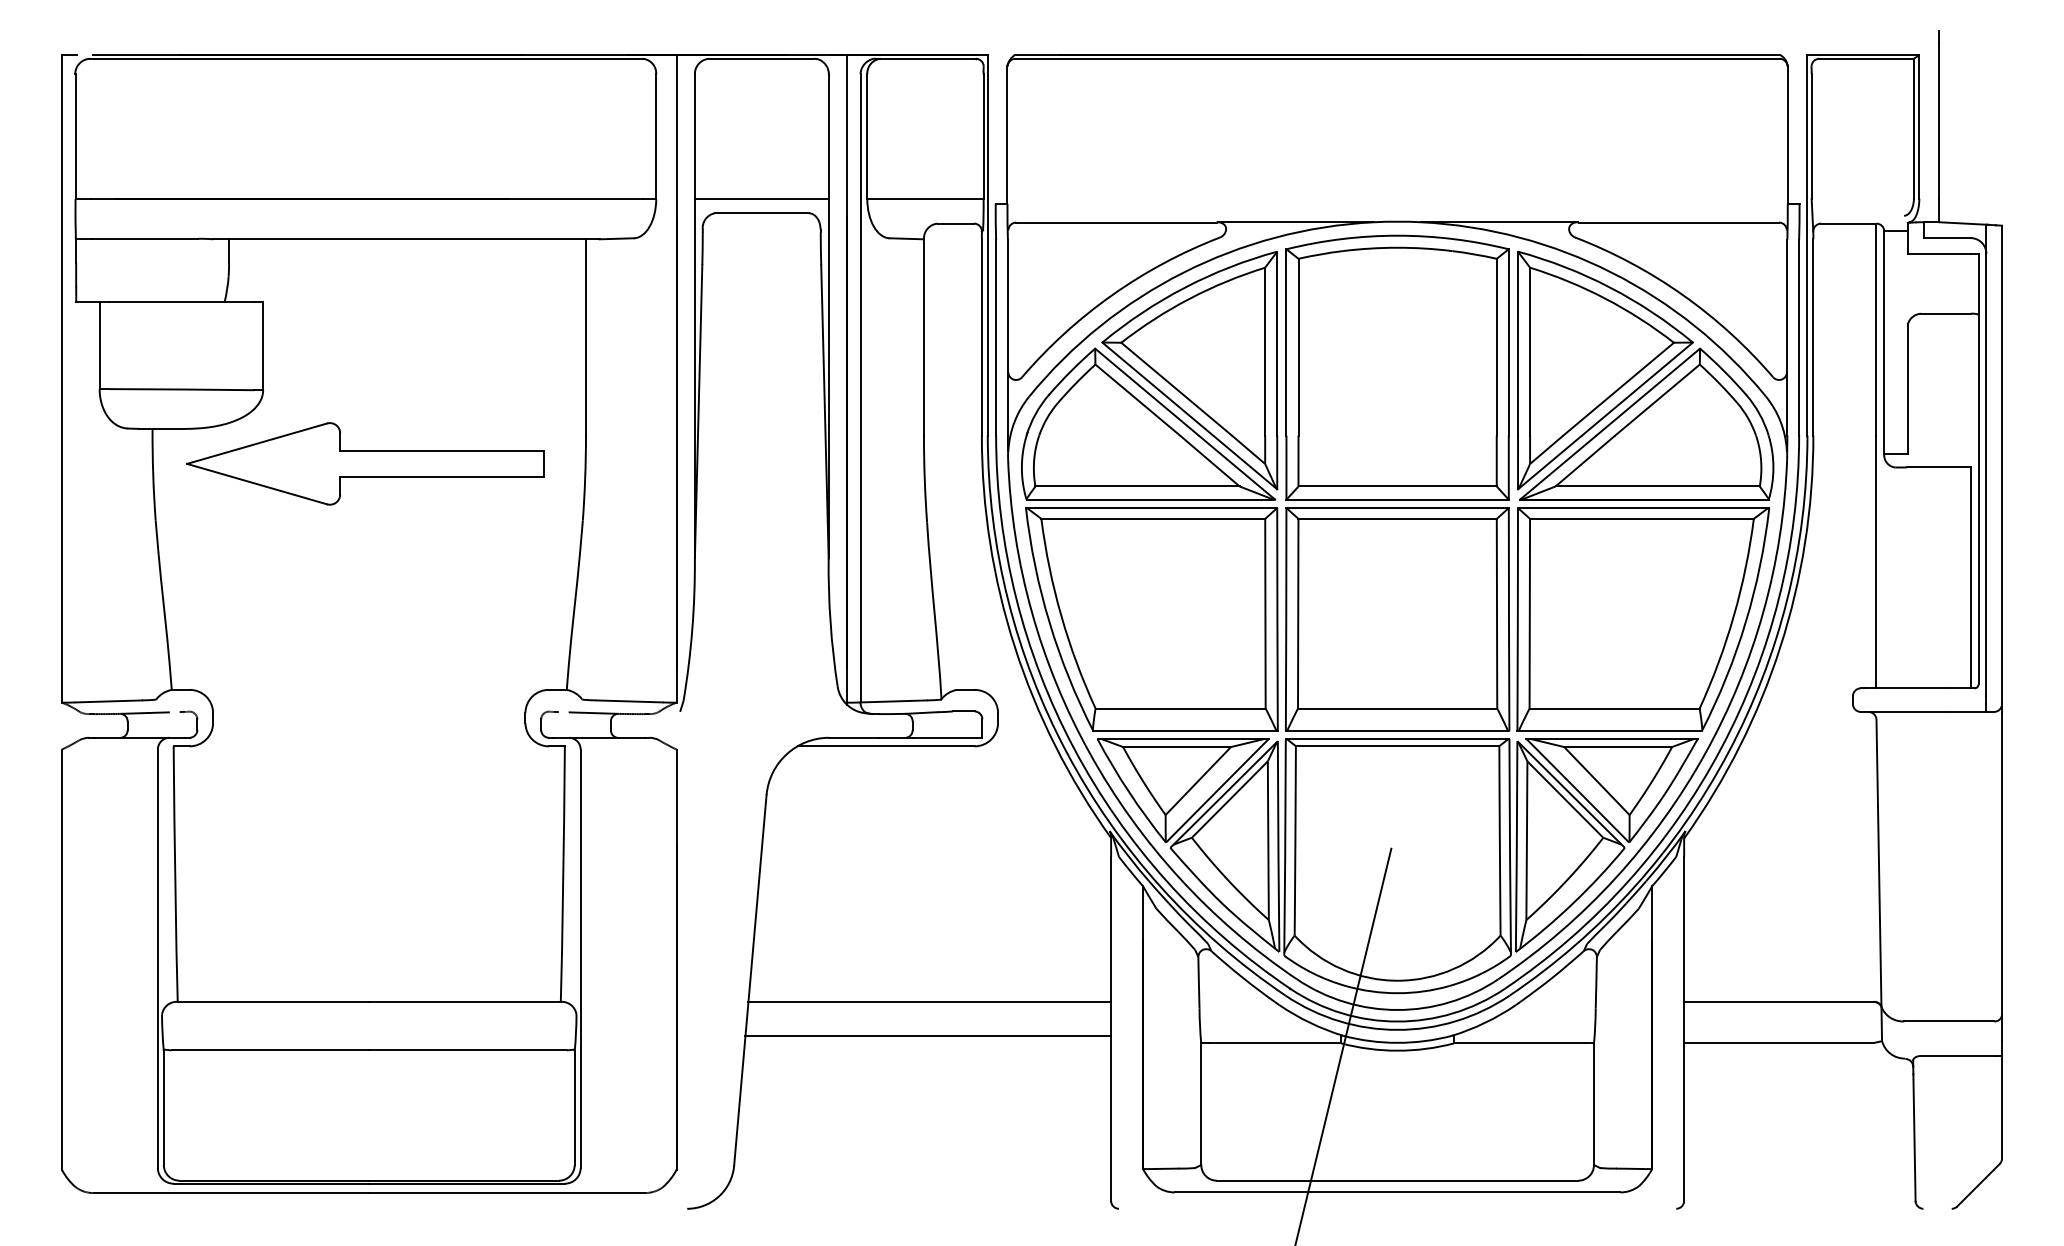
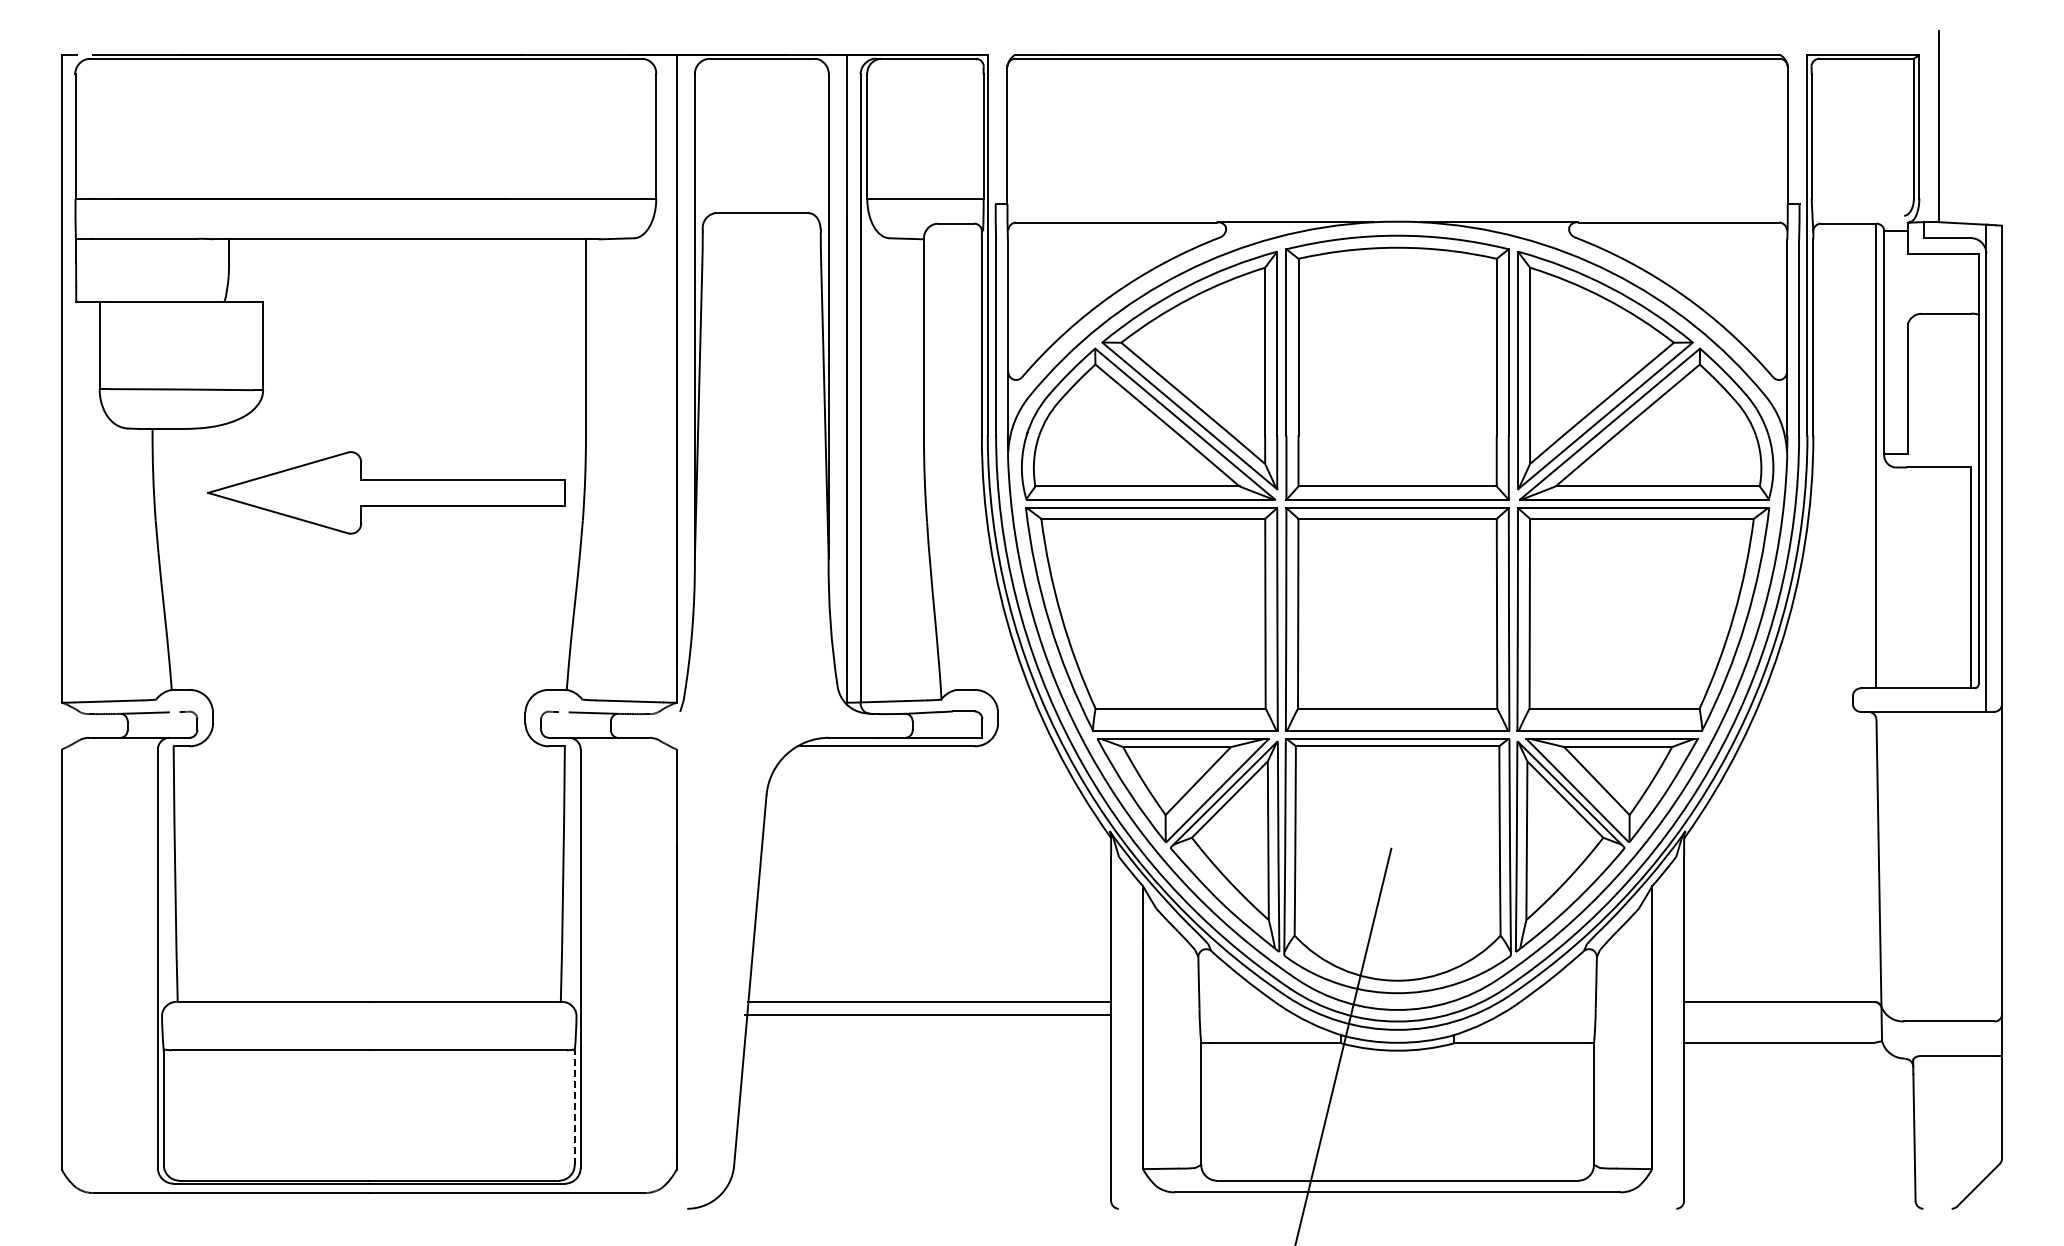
line at (761, 199): present -> none
part at (365, 463) position: (365, 463) -> (386, 492)
line at (928, 1036) position: (928, 1036) -> (928, 1015)
line at (574, 1108): solid -> dashed
